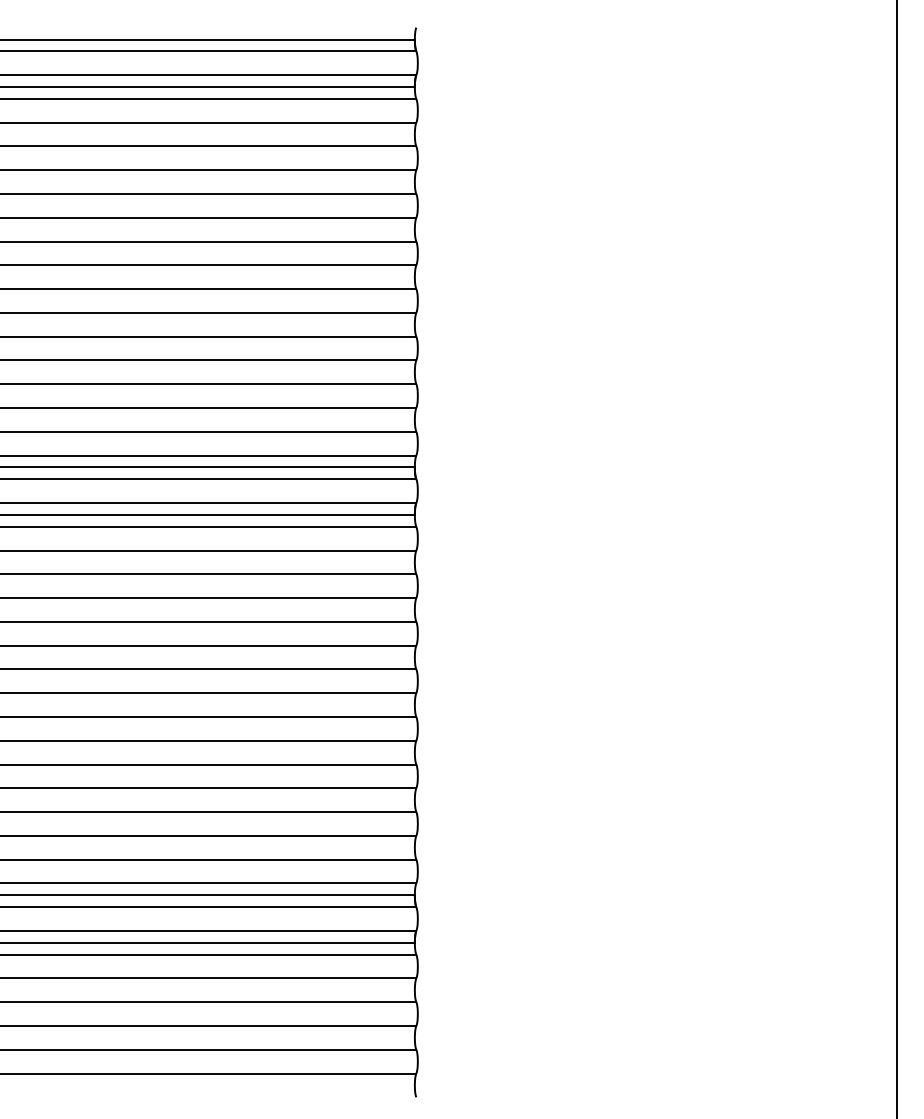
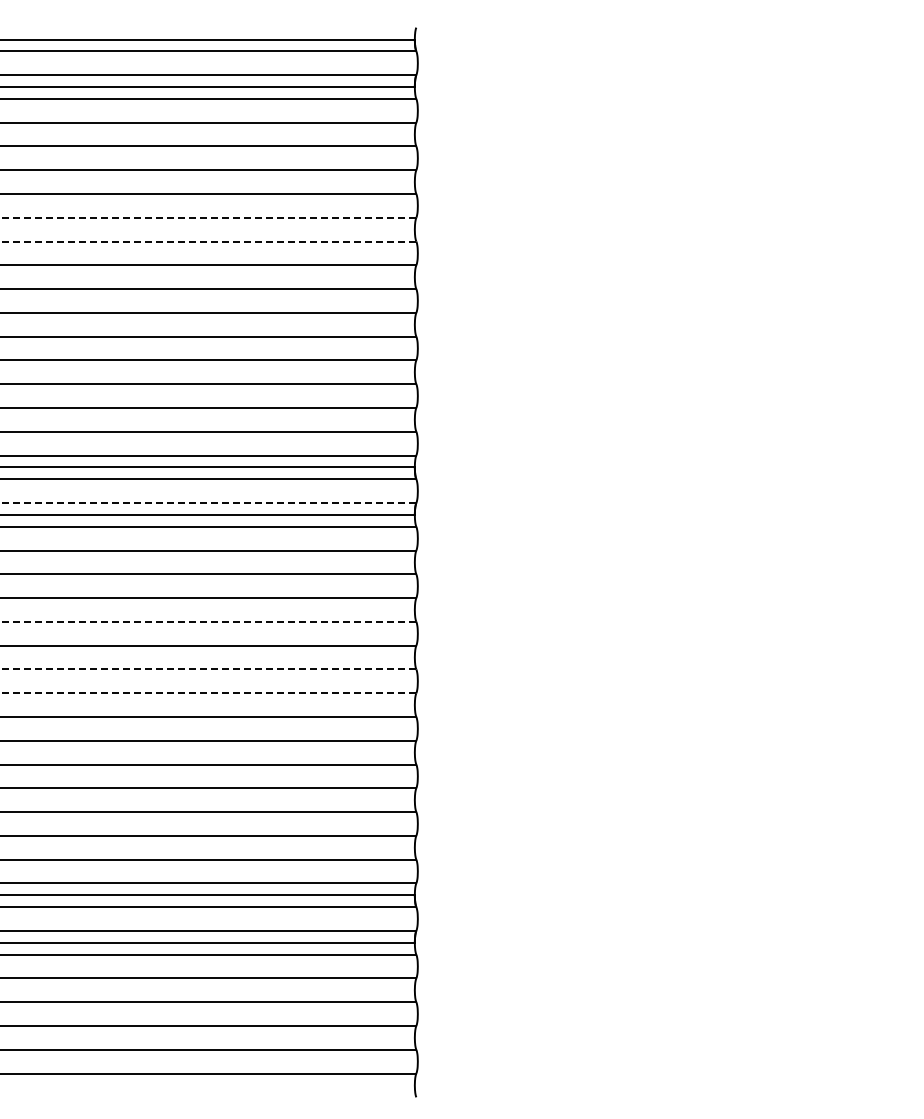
line at (208, 217): solid -> dashed
line at (208, 241): solid -> dashed
line at (208, 503): solid -> dashed
line at (896, 558): present -> none
line at (208, 621): solid -> dashed
line at (208, 669): solid -> dashed
line at (208, 693): solid -> dashed
